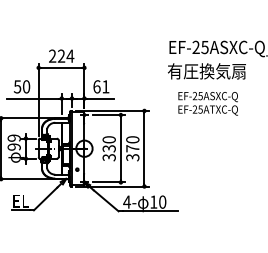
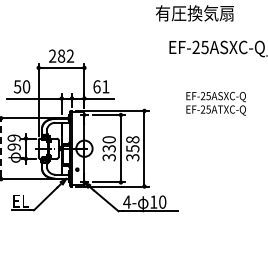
text at (65, 55): 224 -> 282
text at (206, 71) position: (206, 71) -> (194, 13)
text at (207, 103) position: (207, 103) -> (215, 103)
text at (132, 144): 370 -> 358
line at (1, 148): solid -> dashed
